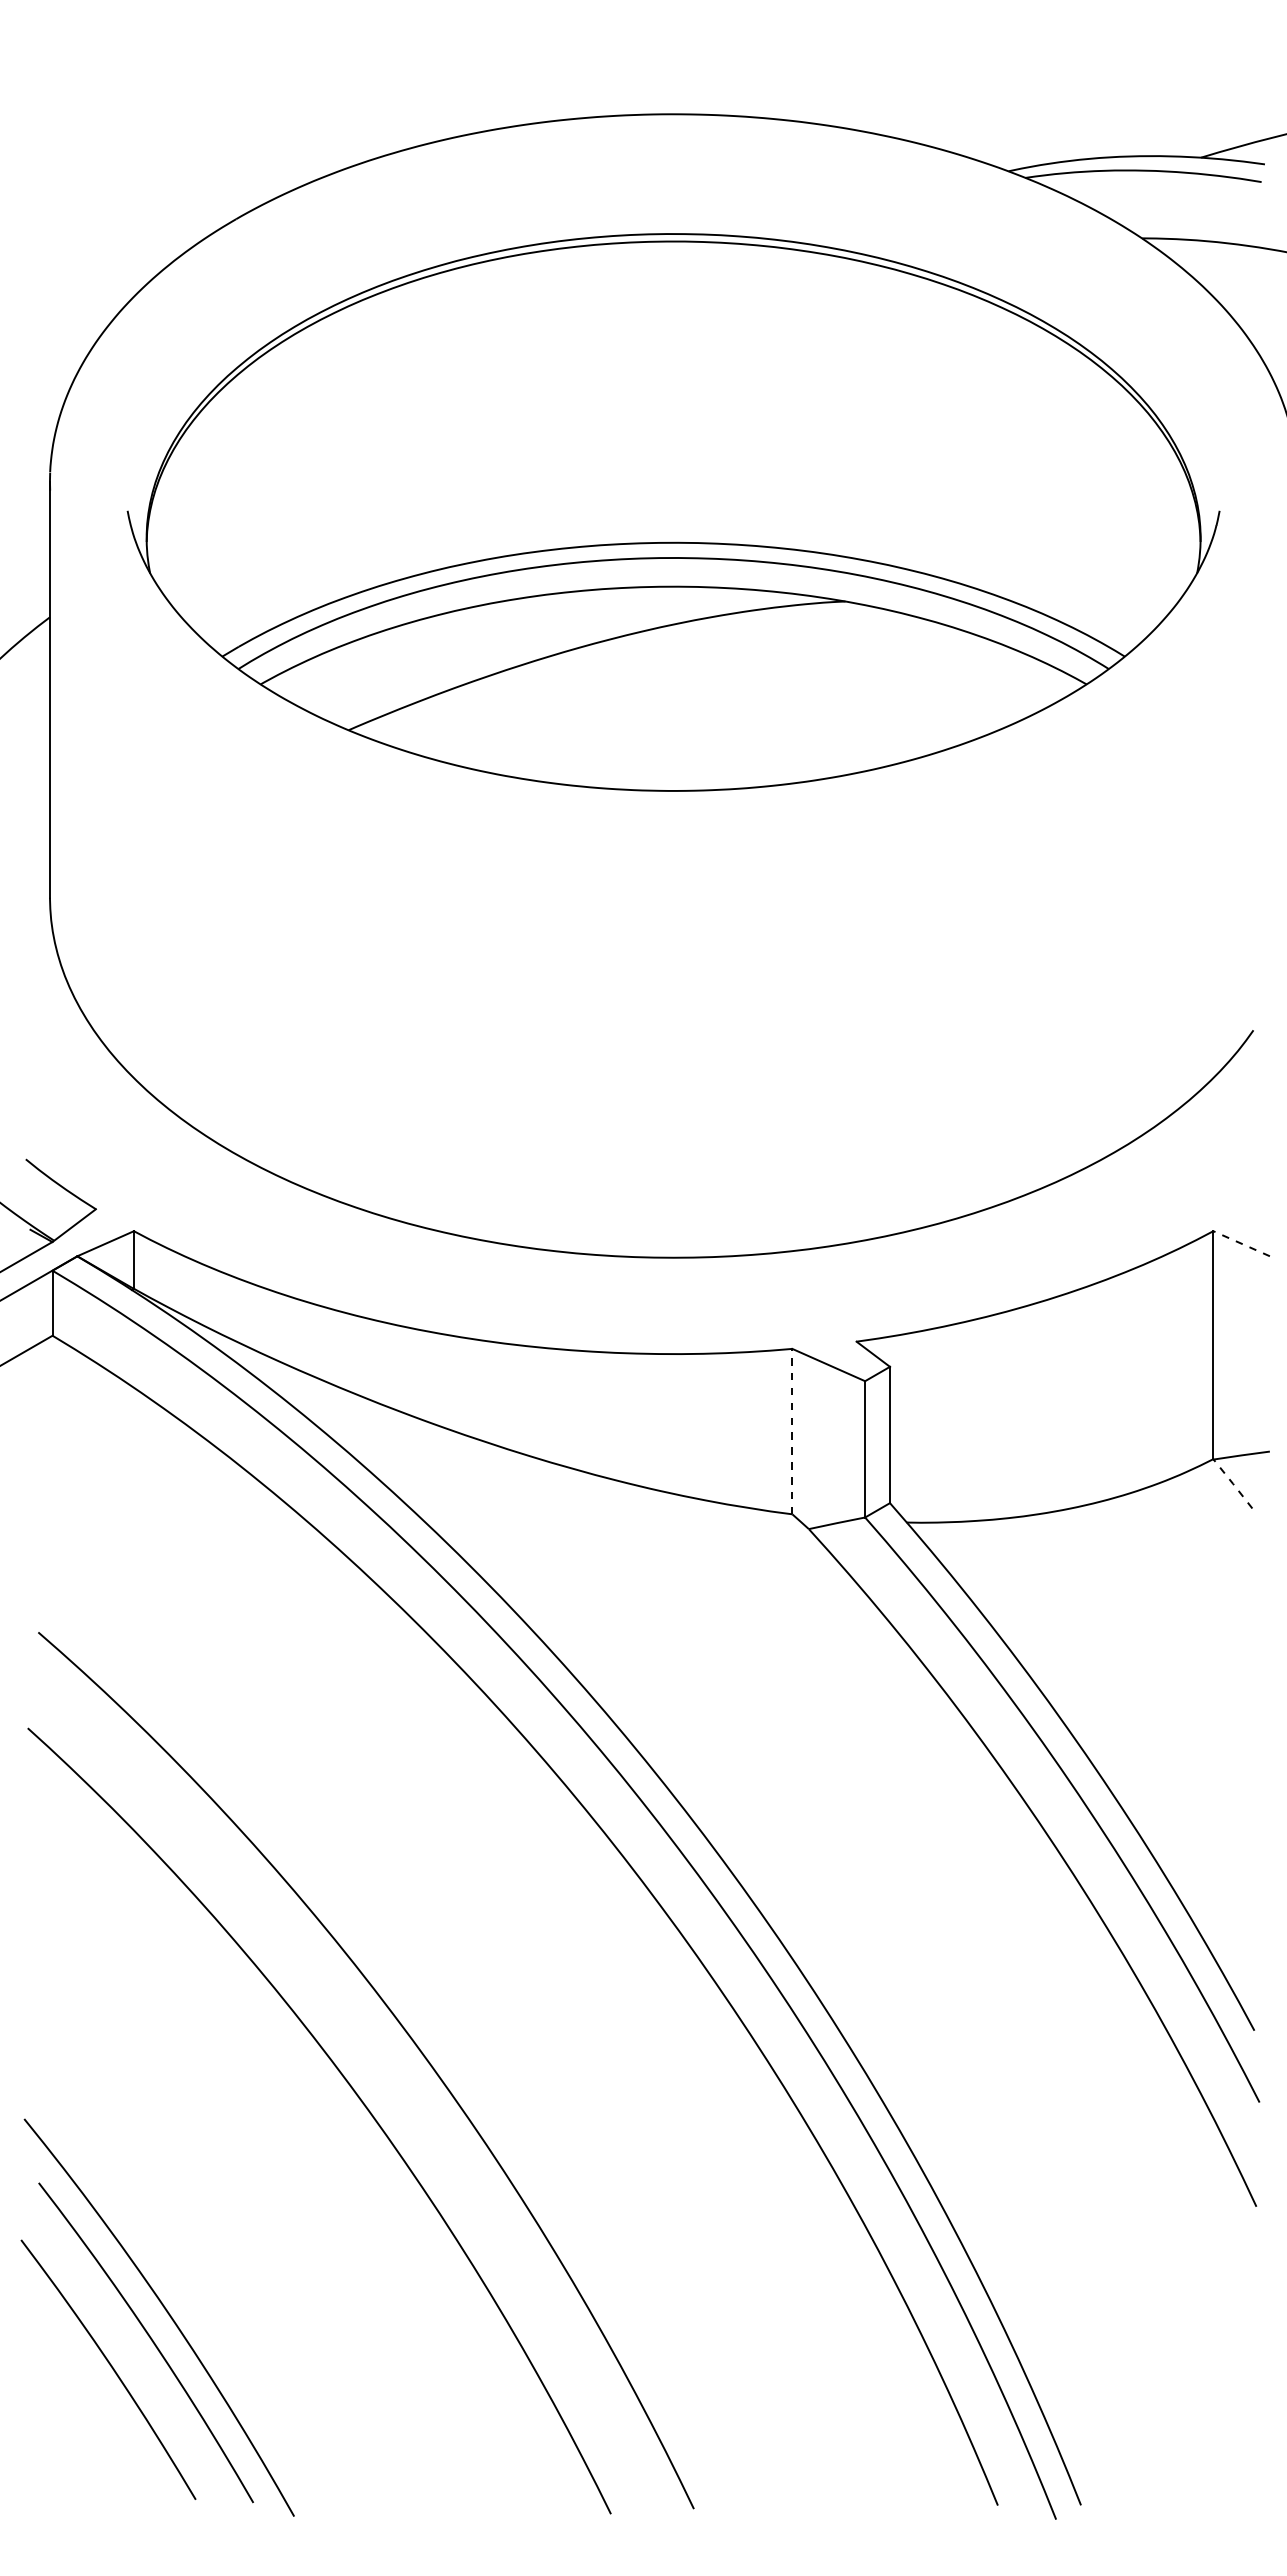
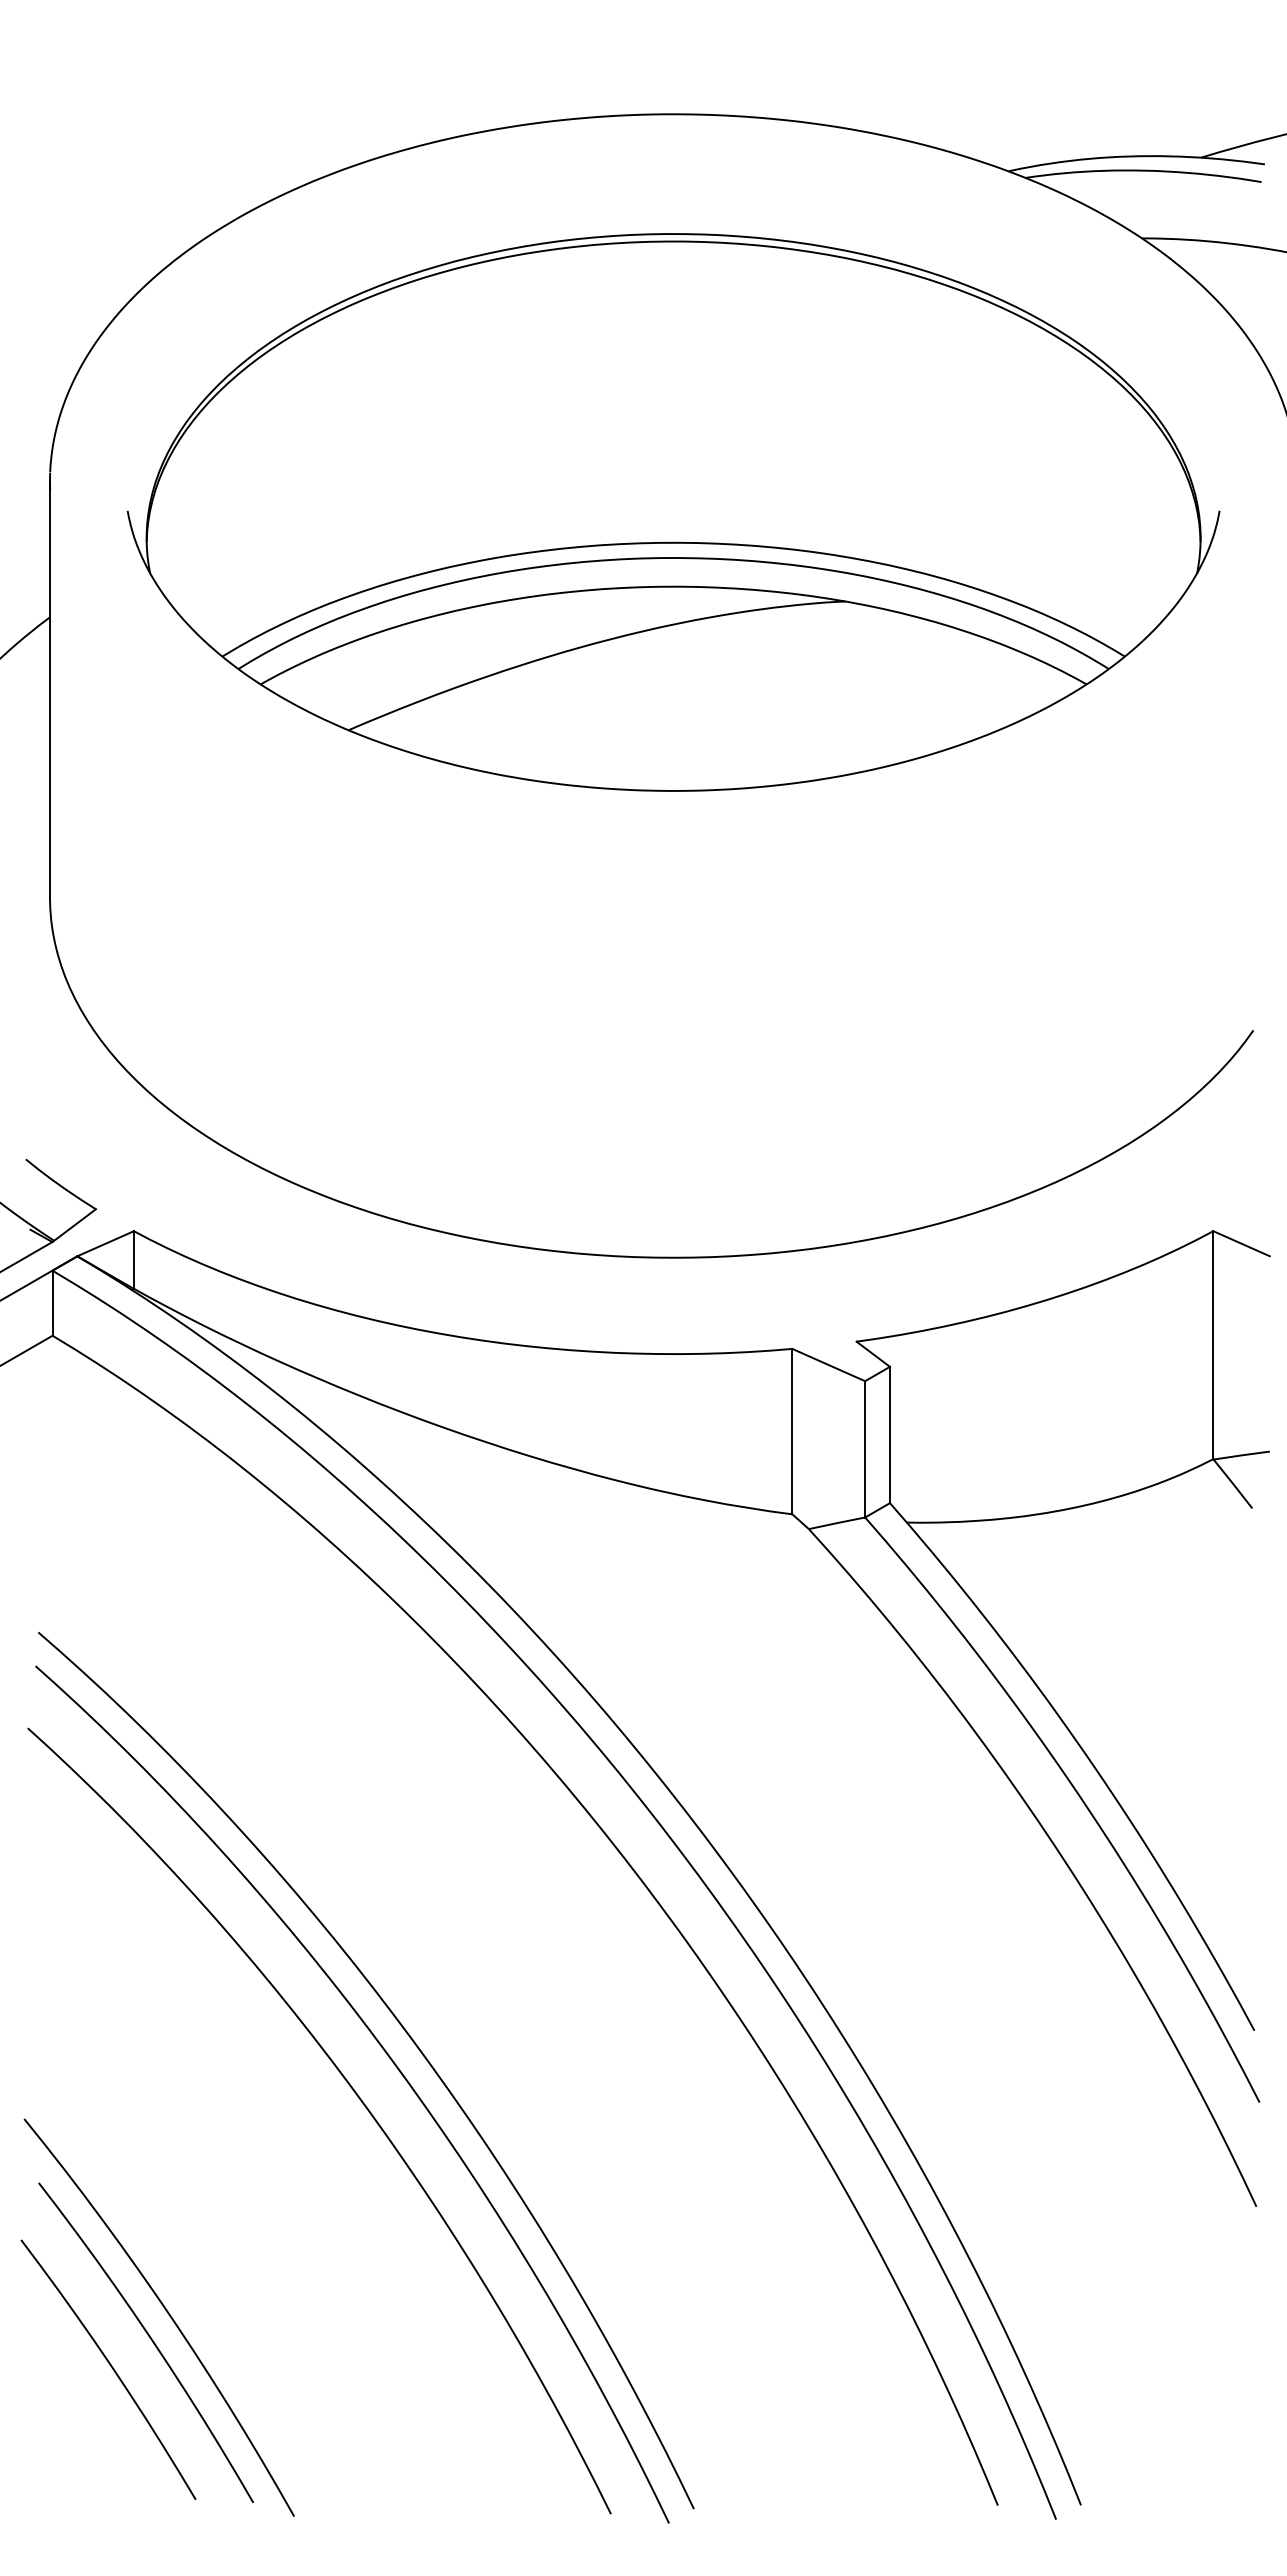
line at (1241, 1243): dashed -> solid
line at (792, 1431): dashed -> solid
line at (1233, 1483): dashed -> solid
curve at (394, 2065): none -> present
